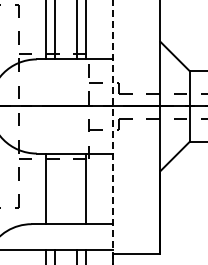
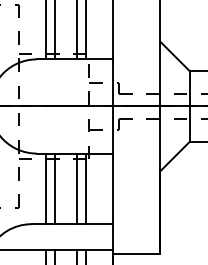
line at (113, 131): dashed -> solid
line at (55, 188): none -> present
line at (77, 188): none -> present
